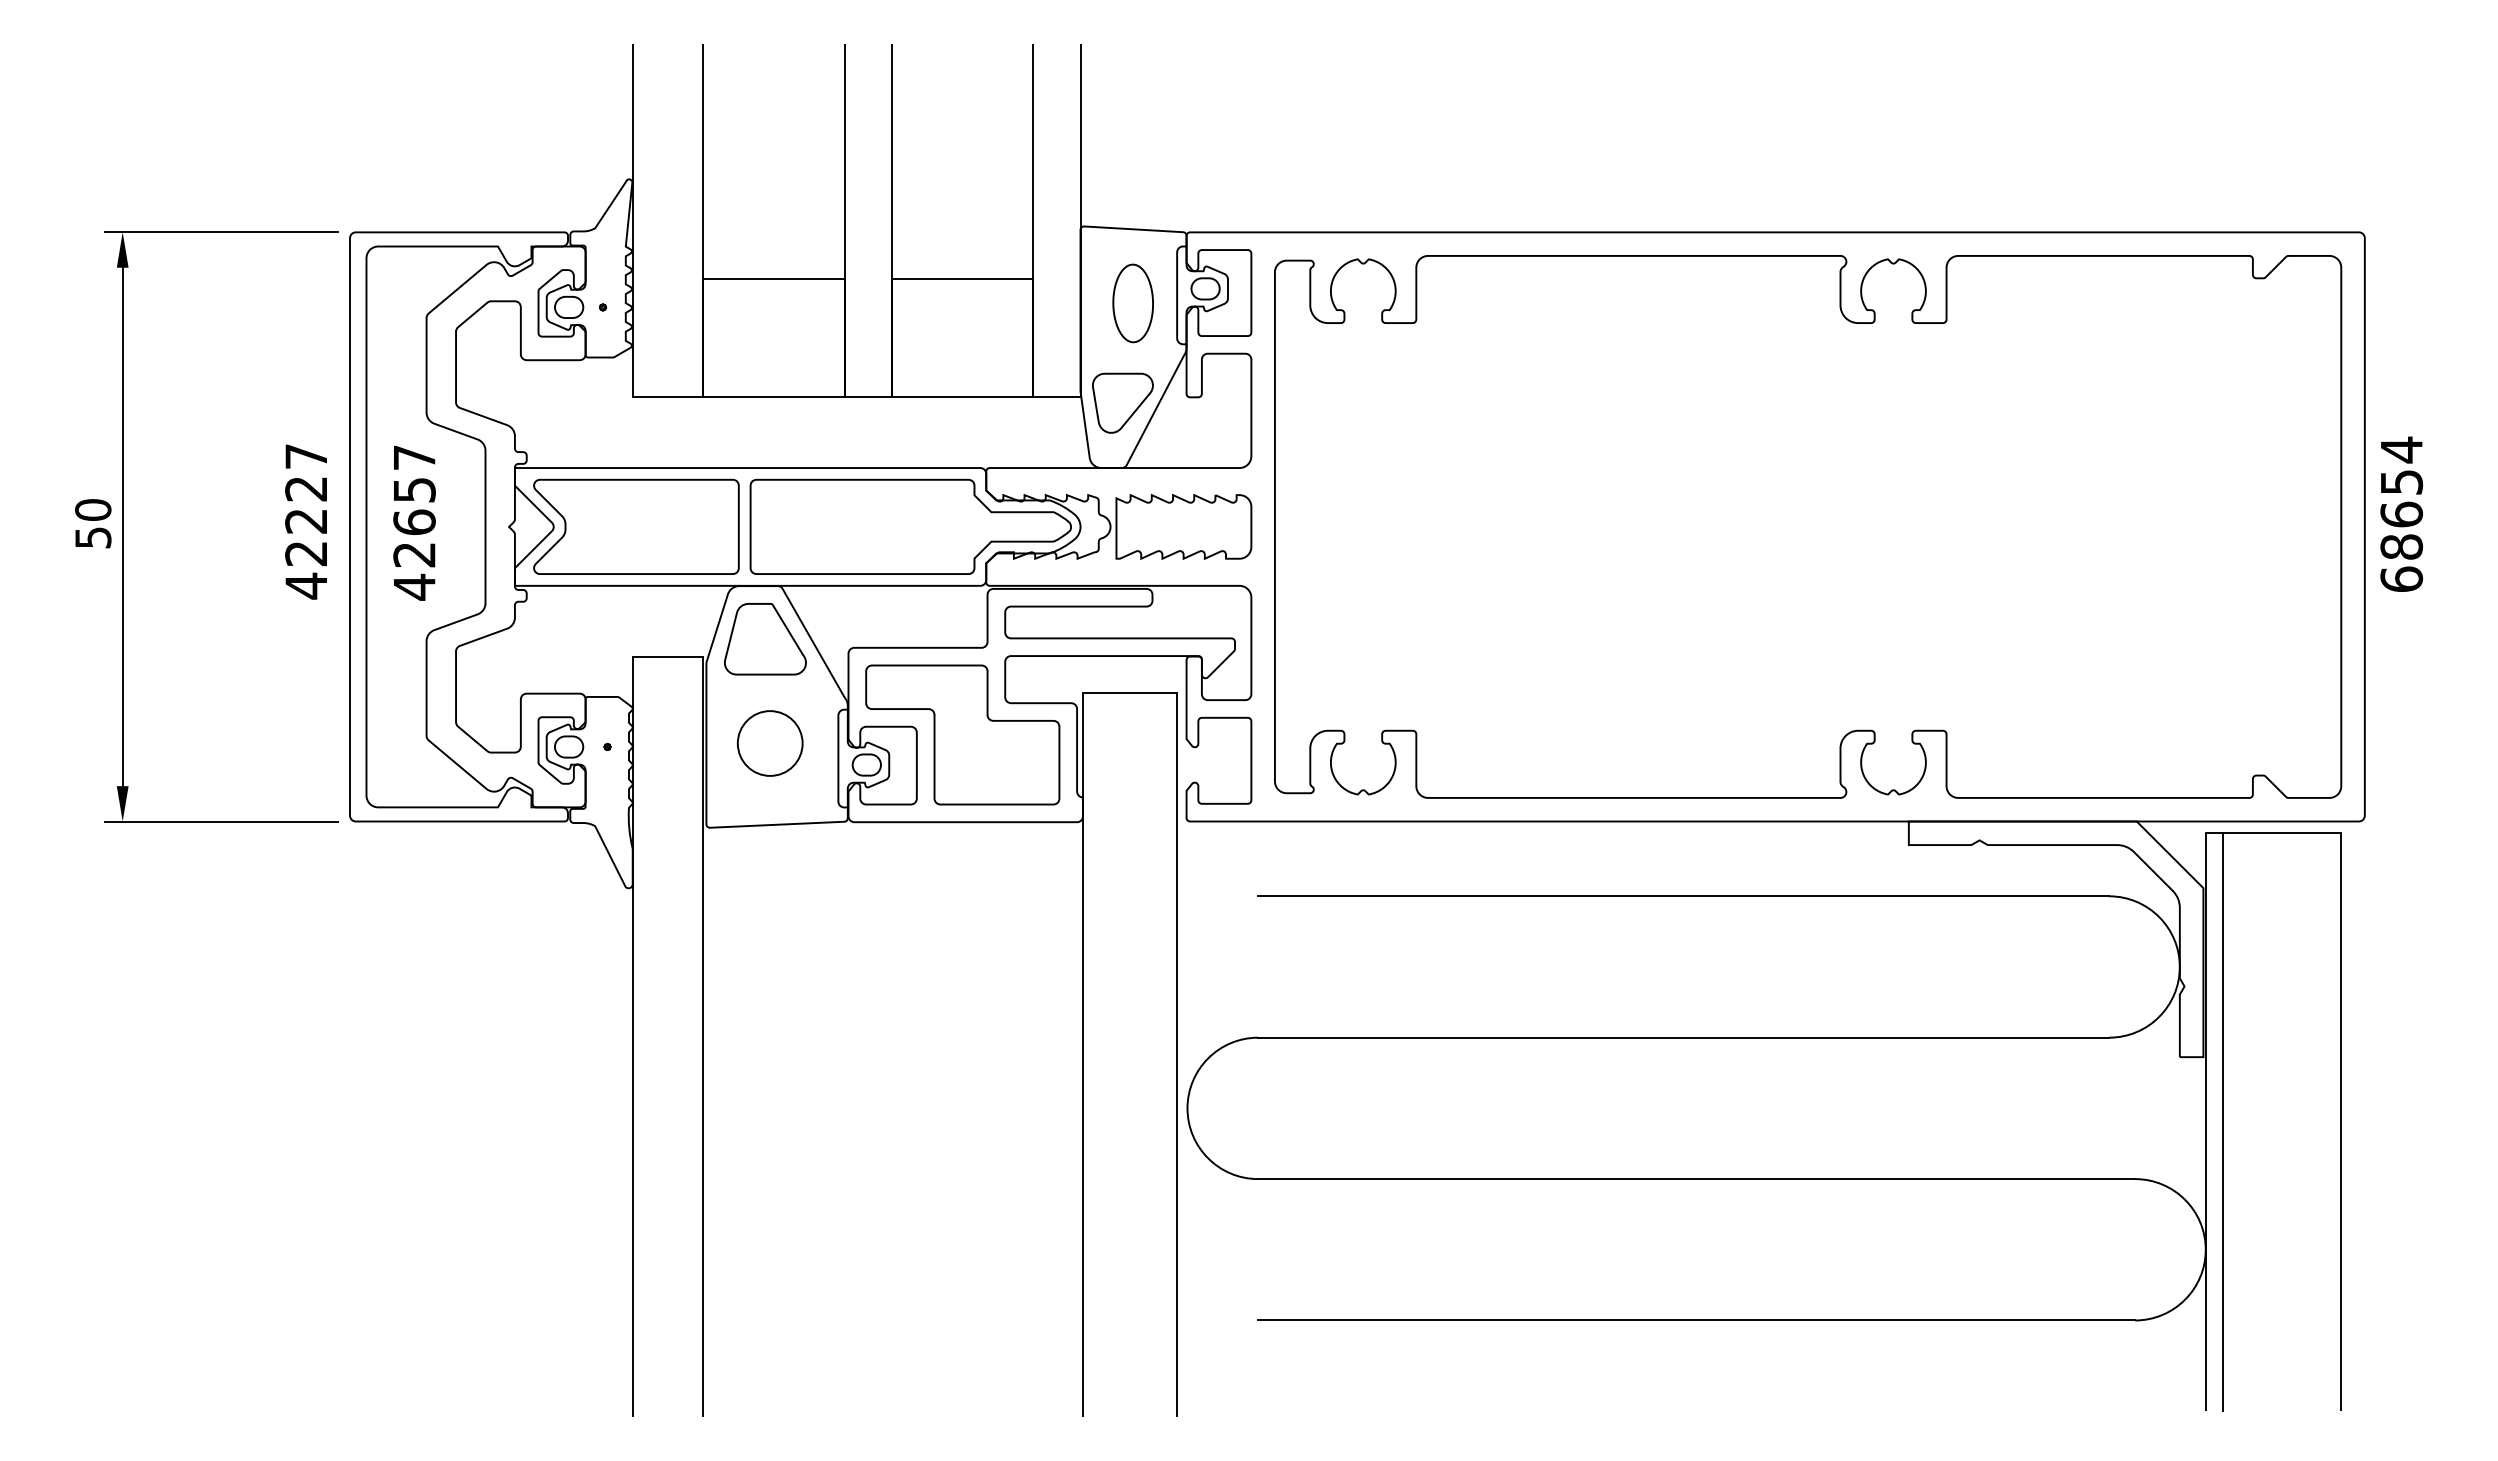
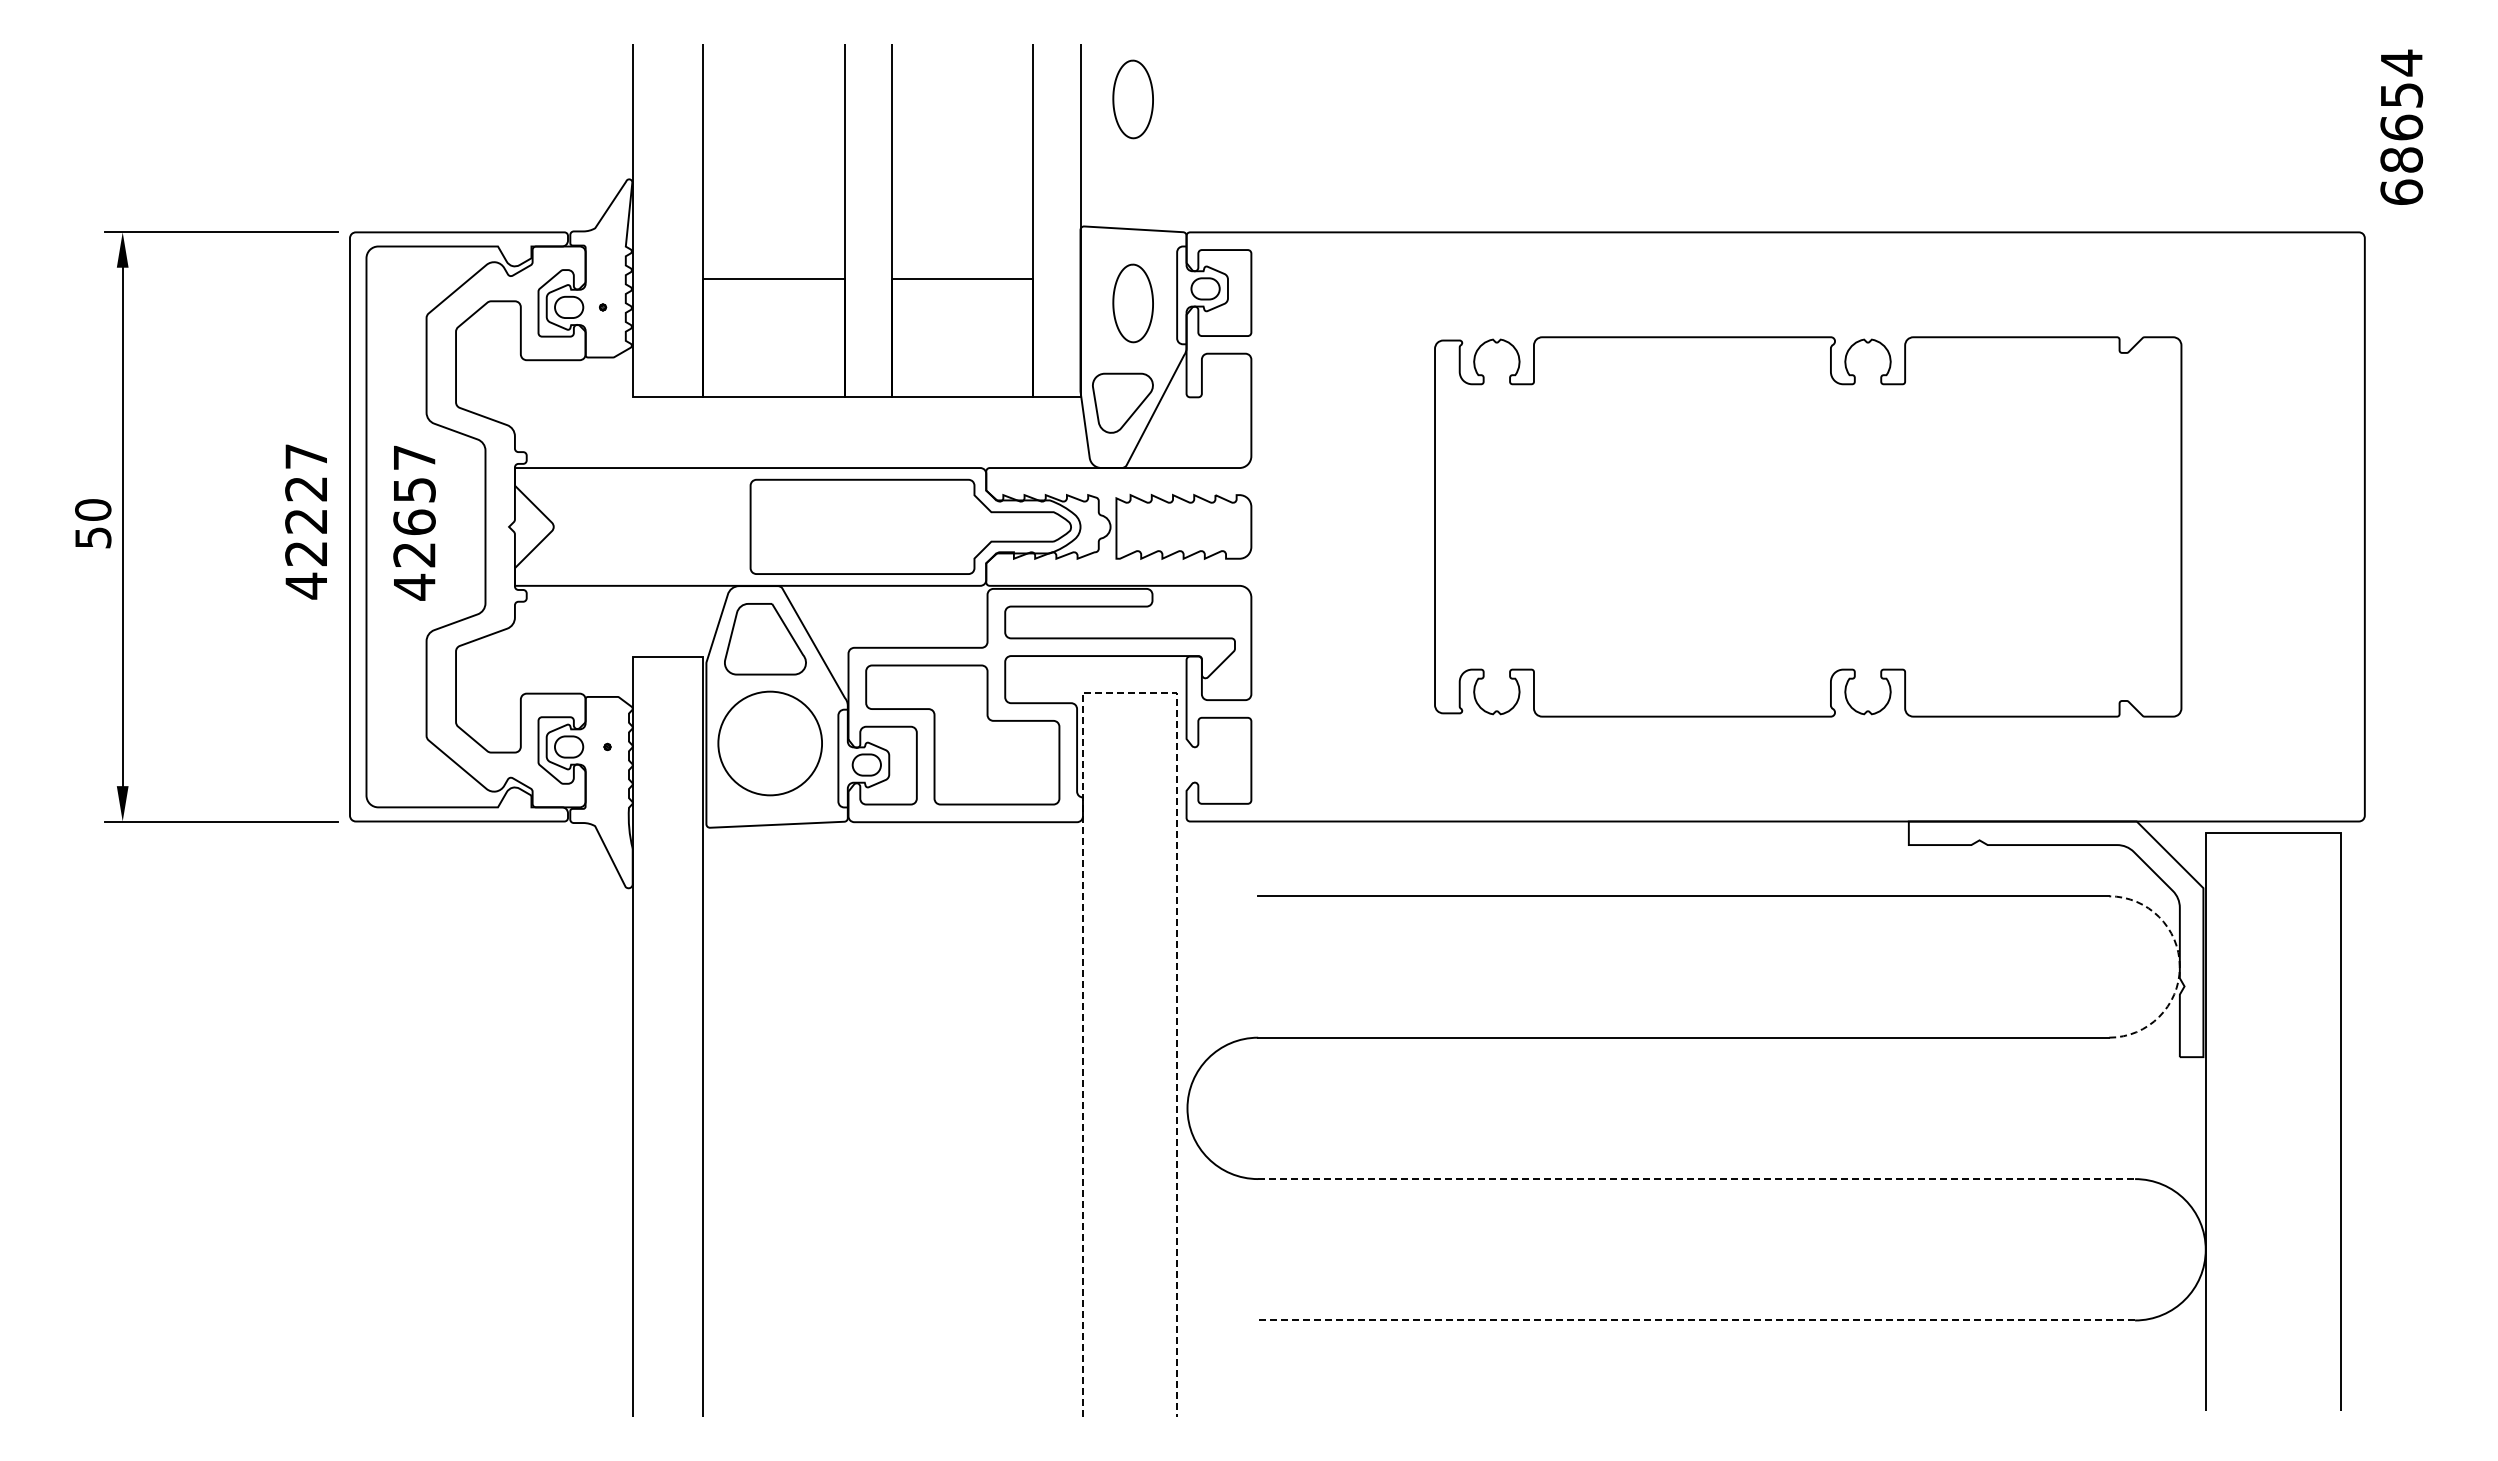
part at (1132, 99): none -> present
text at (2401, 513) position: (2401, 513) -> (2401, 126)
part at (636, 526): present -> none
part at (1808, 526) size: 1069x544 px -> 749x382 px
line at (1130, 692): solid -> dashed
circle at (769, 743) diameter: 65 px -> 104 px
arc at (2179, 967): solid -> dashed
line at (2223, 1121): present -> none
line at (1697, 1179): solid -> dashed
line at (1696, 1320): solid -> dashed
